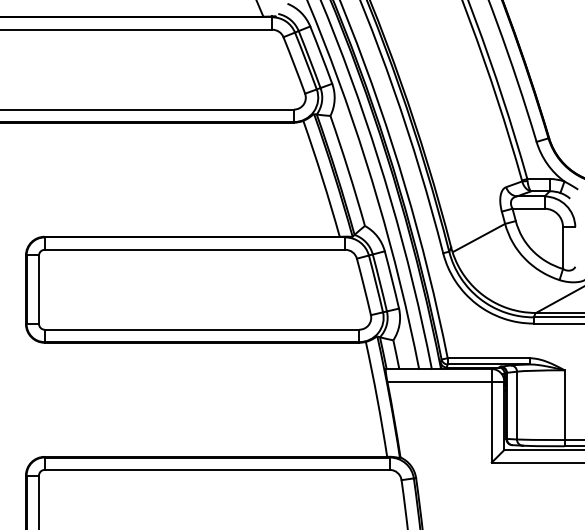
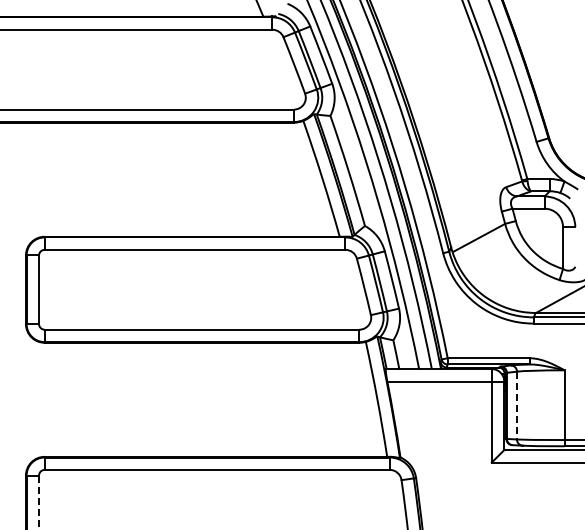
line at (517, 405): solid -> dashed
line at (39, 502): solid -> dashed
